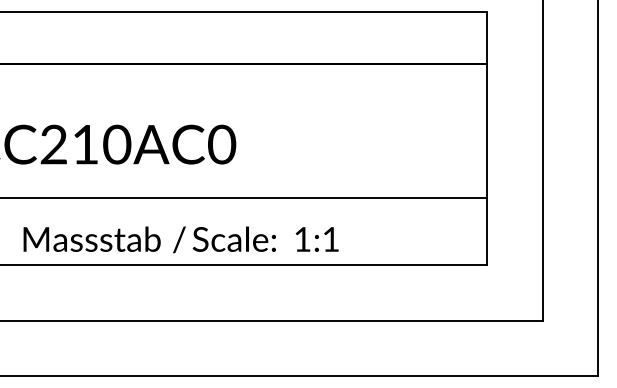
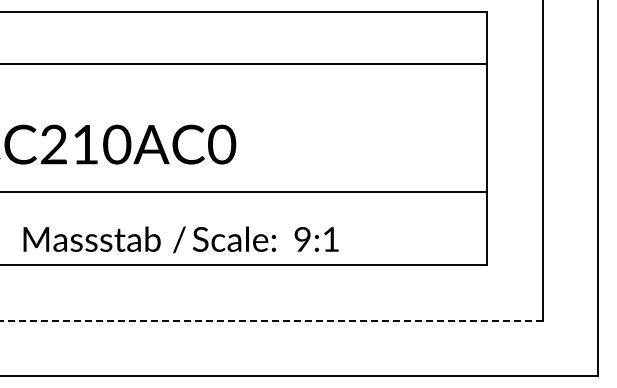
line at (244, 197) position: (244, 197) -> (244, 191)
text at (302, 239): 1:1 -> 9:1
line at (271, 320): solid -> dashed
